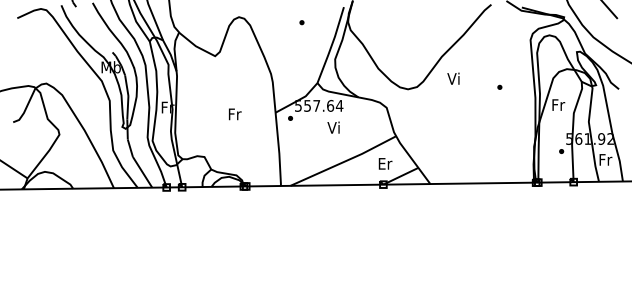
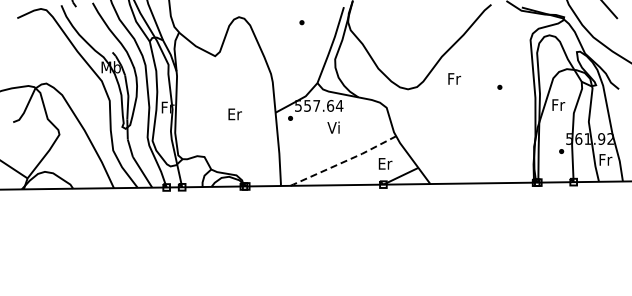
text at (454, 78): Vi -> Fr
text at (234, 114): Fr -> Er
line at (344, 161): solid -> dashed
